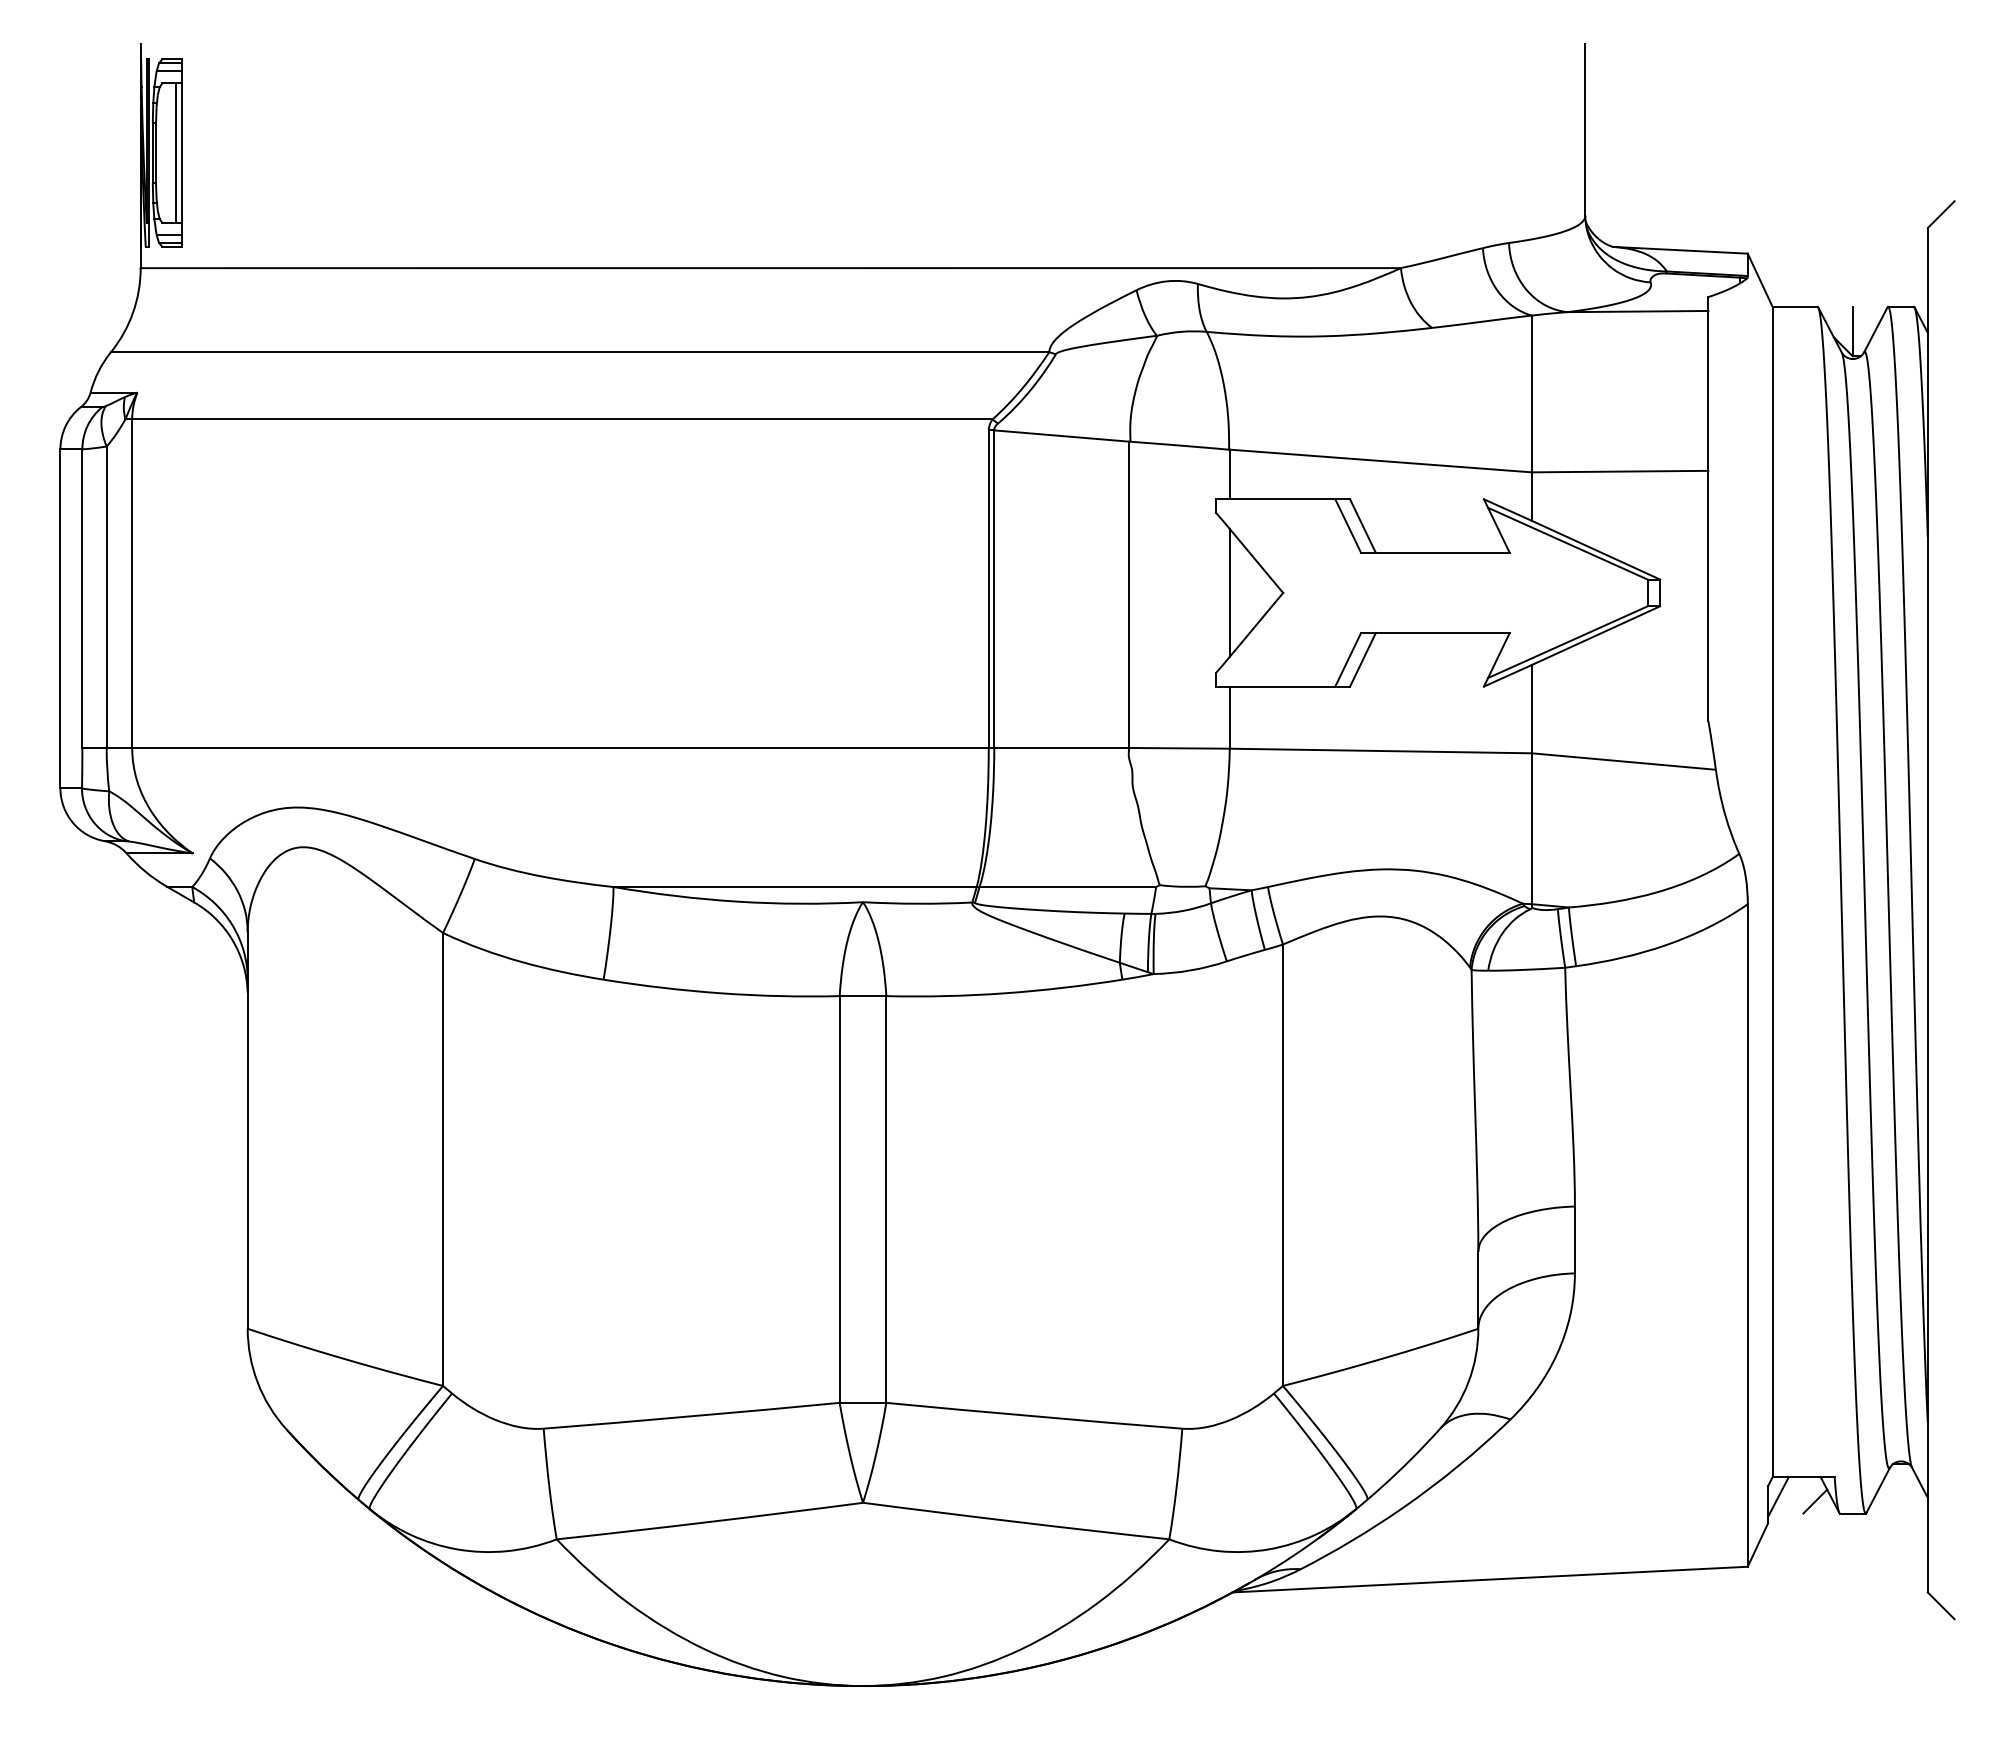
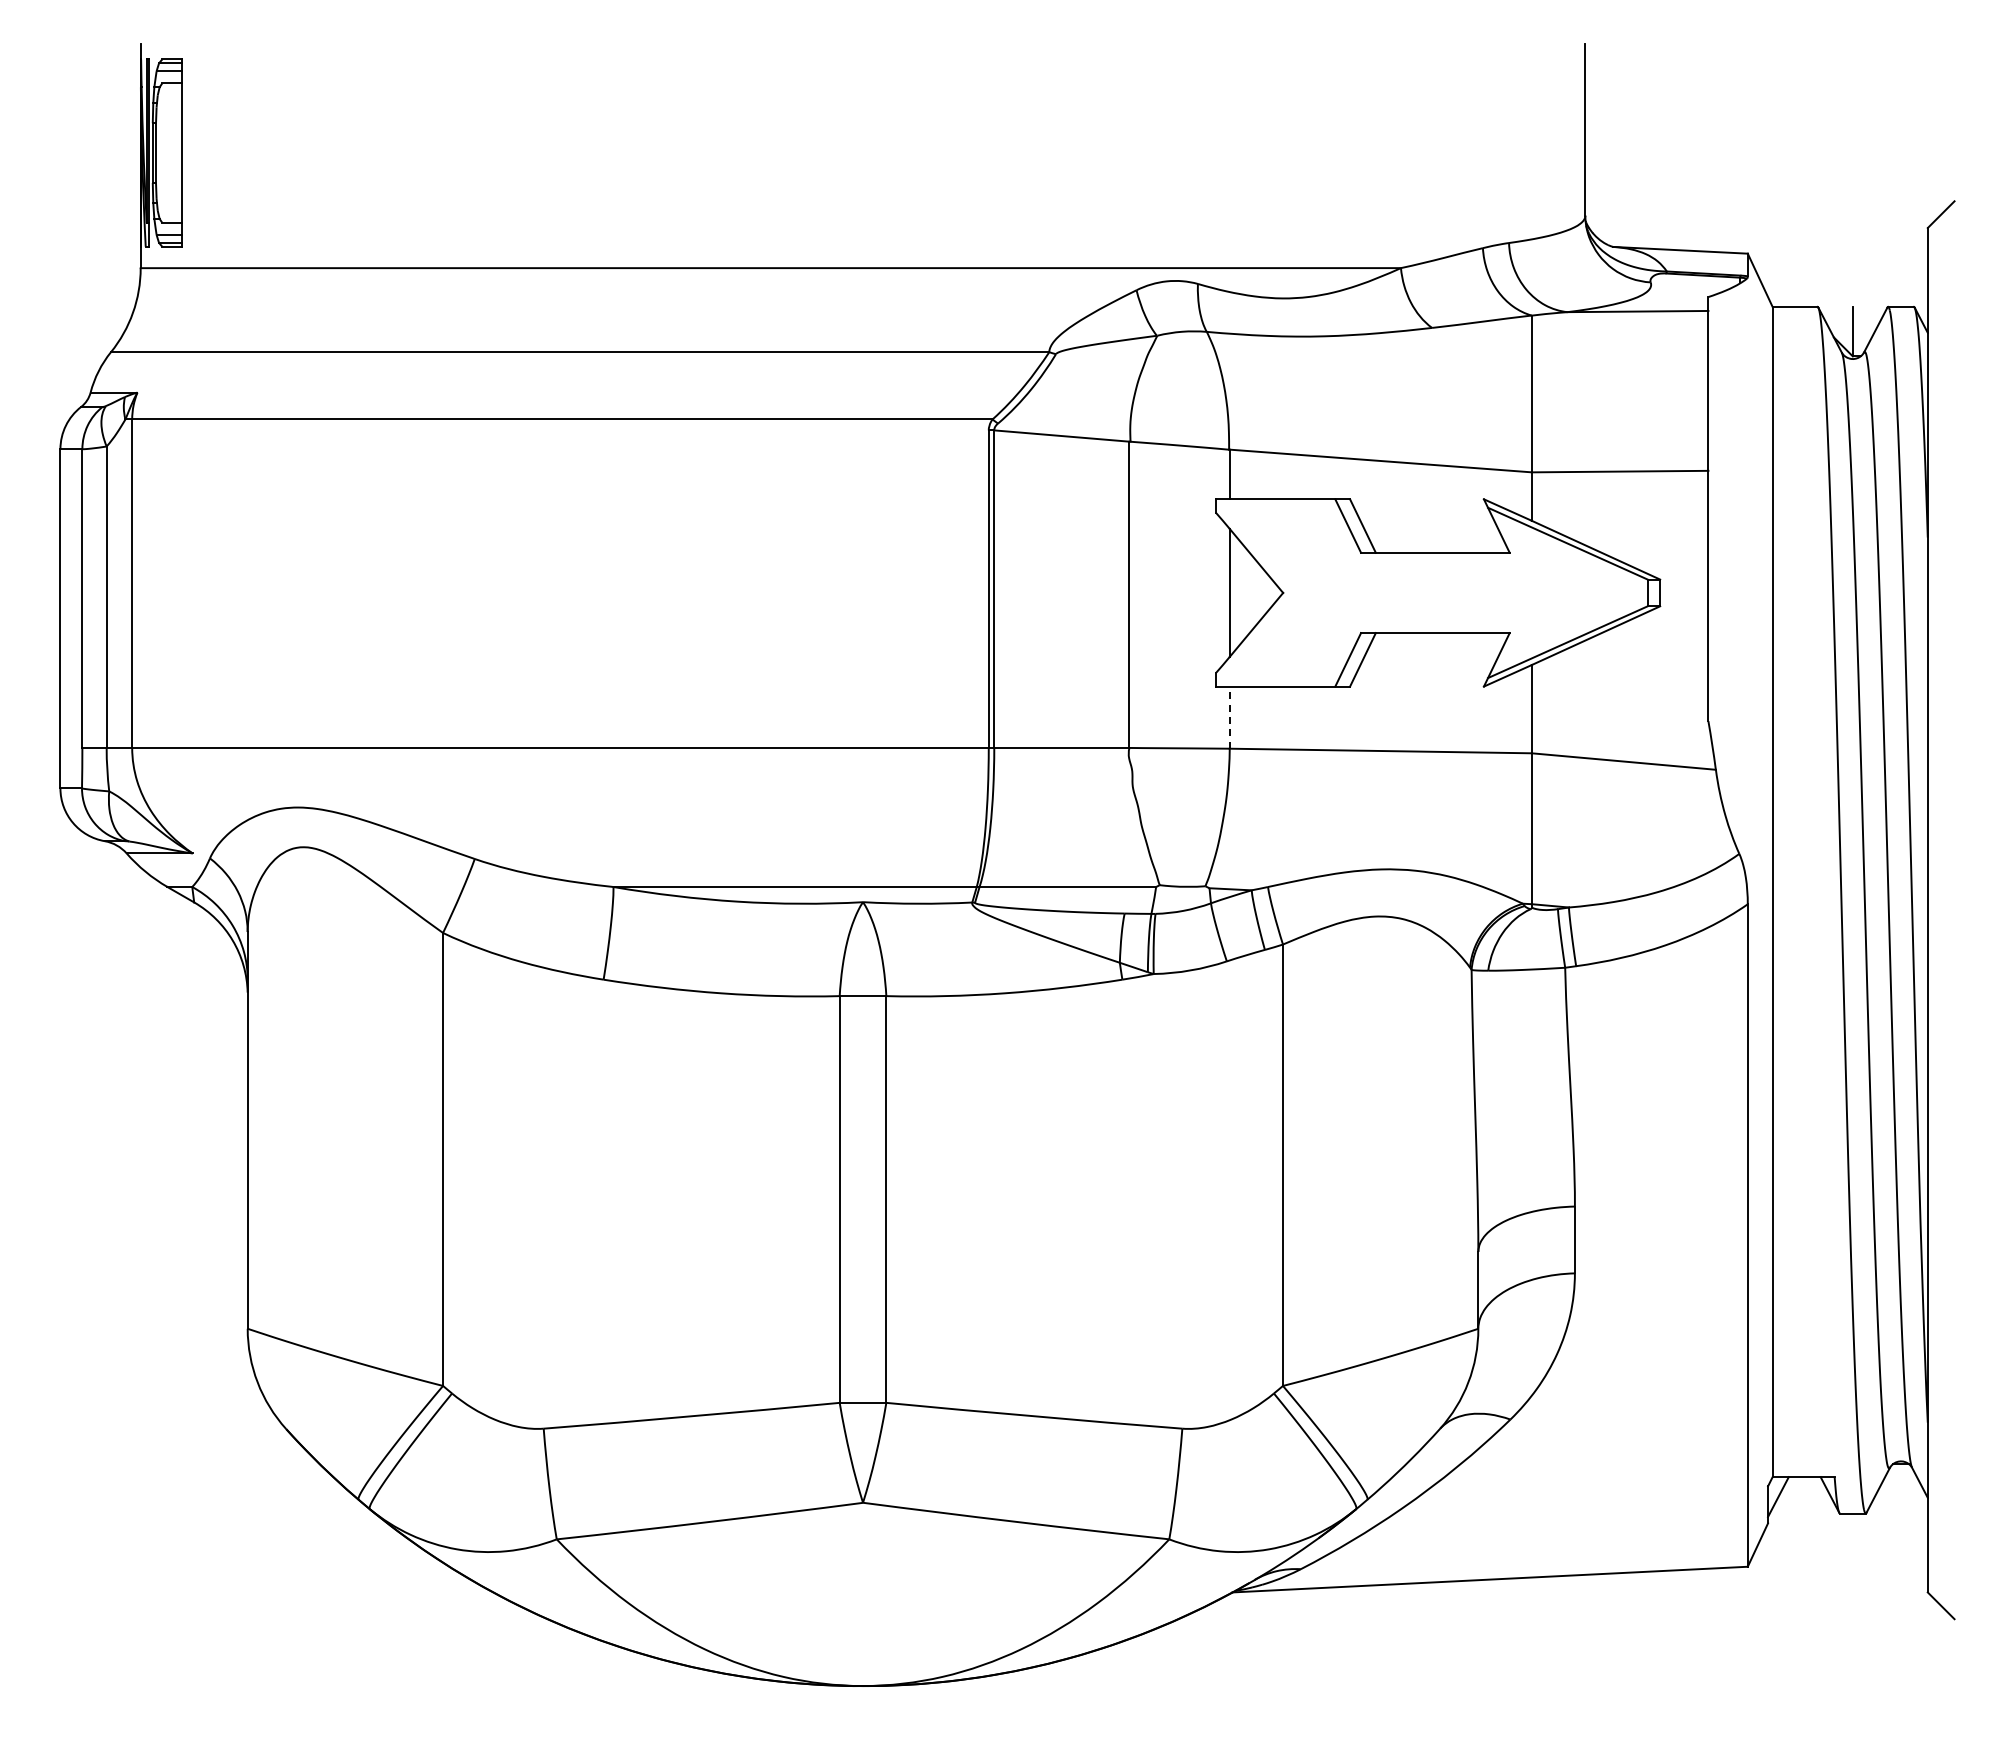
line at (176, 152): present -> none
line at (1229, 717): solid -> dashed
line at (1815, 1501): present -> none
